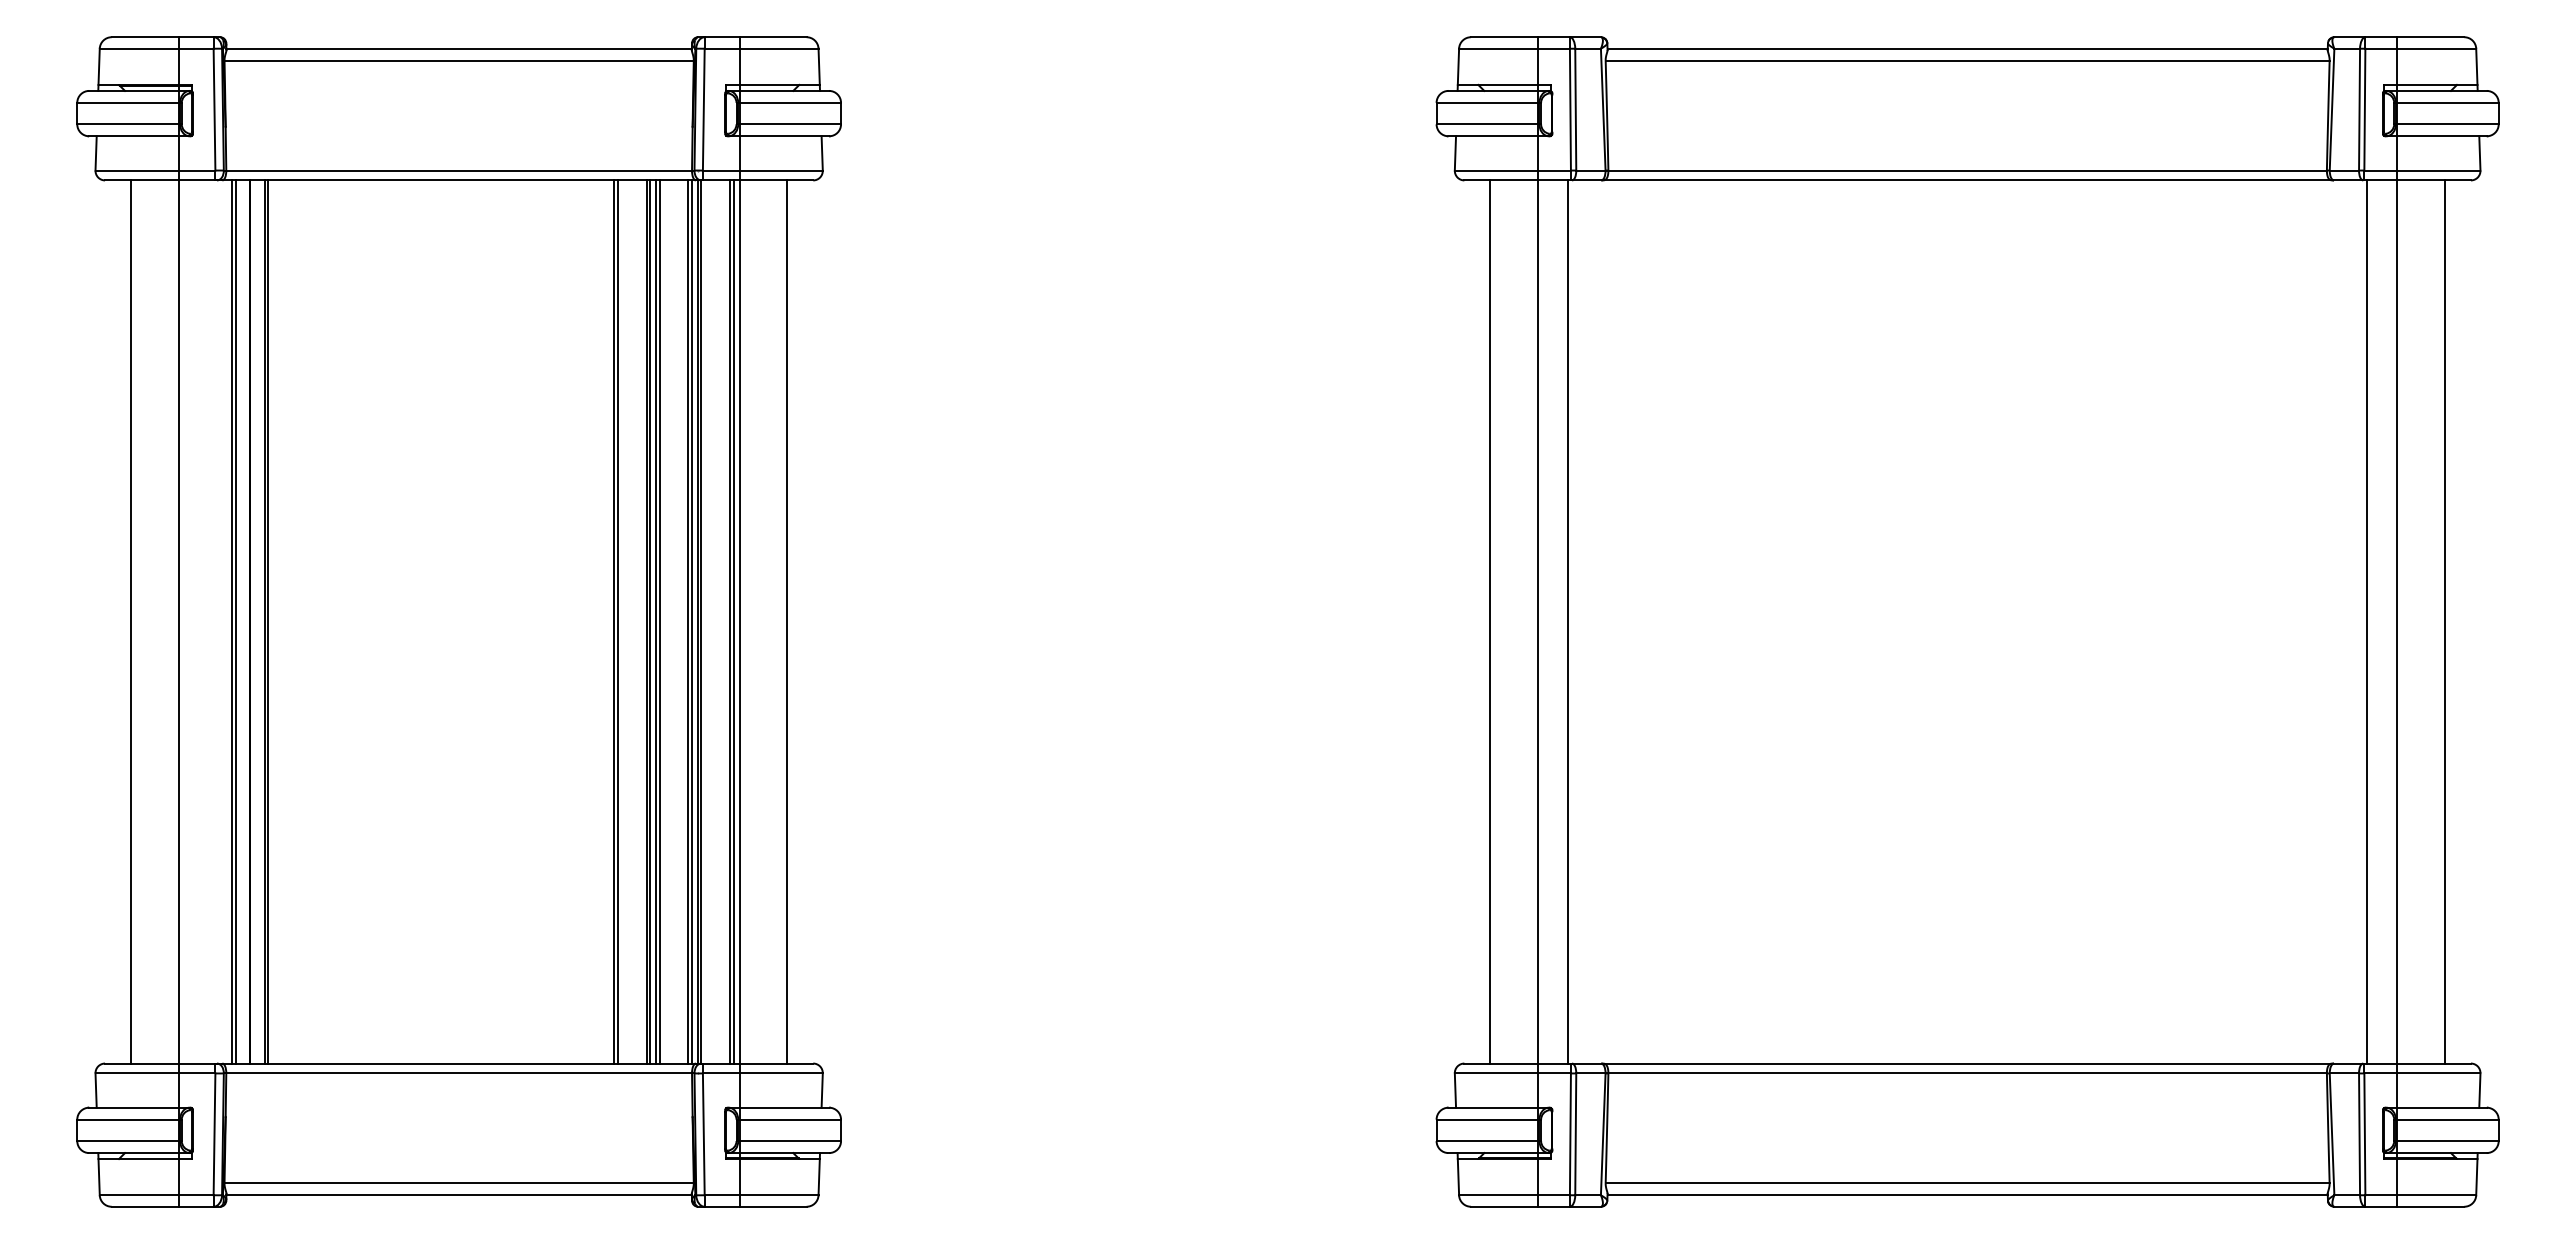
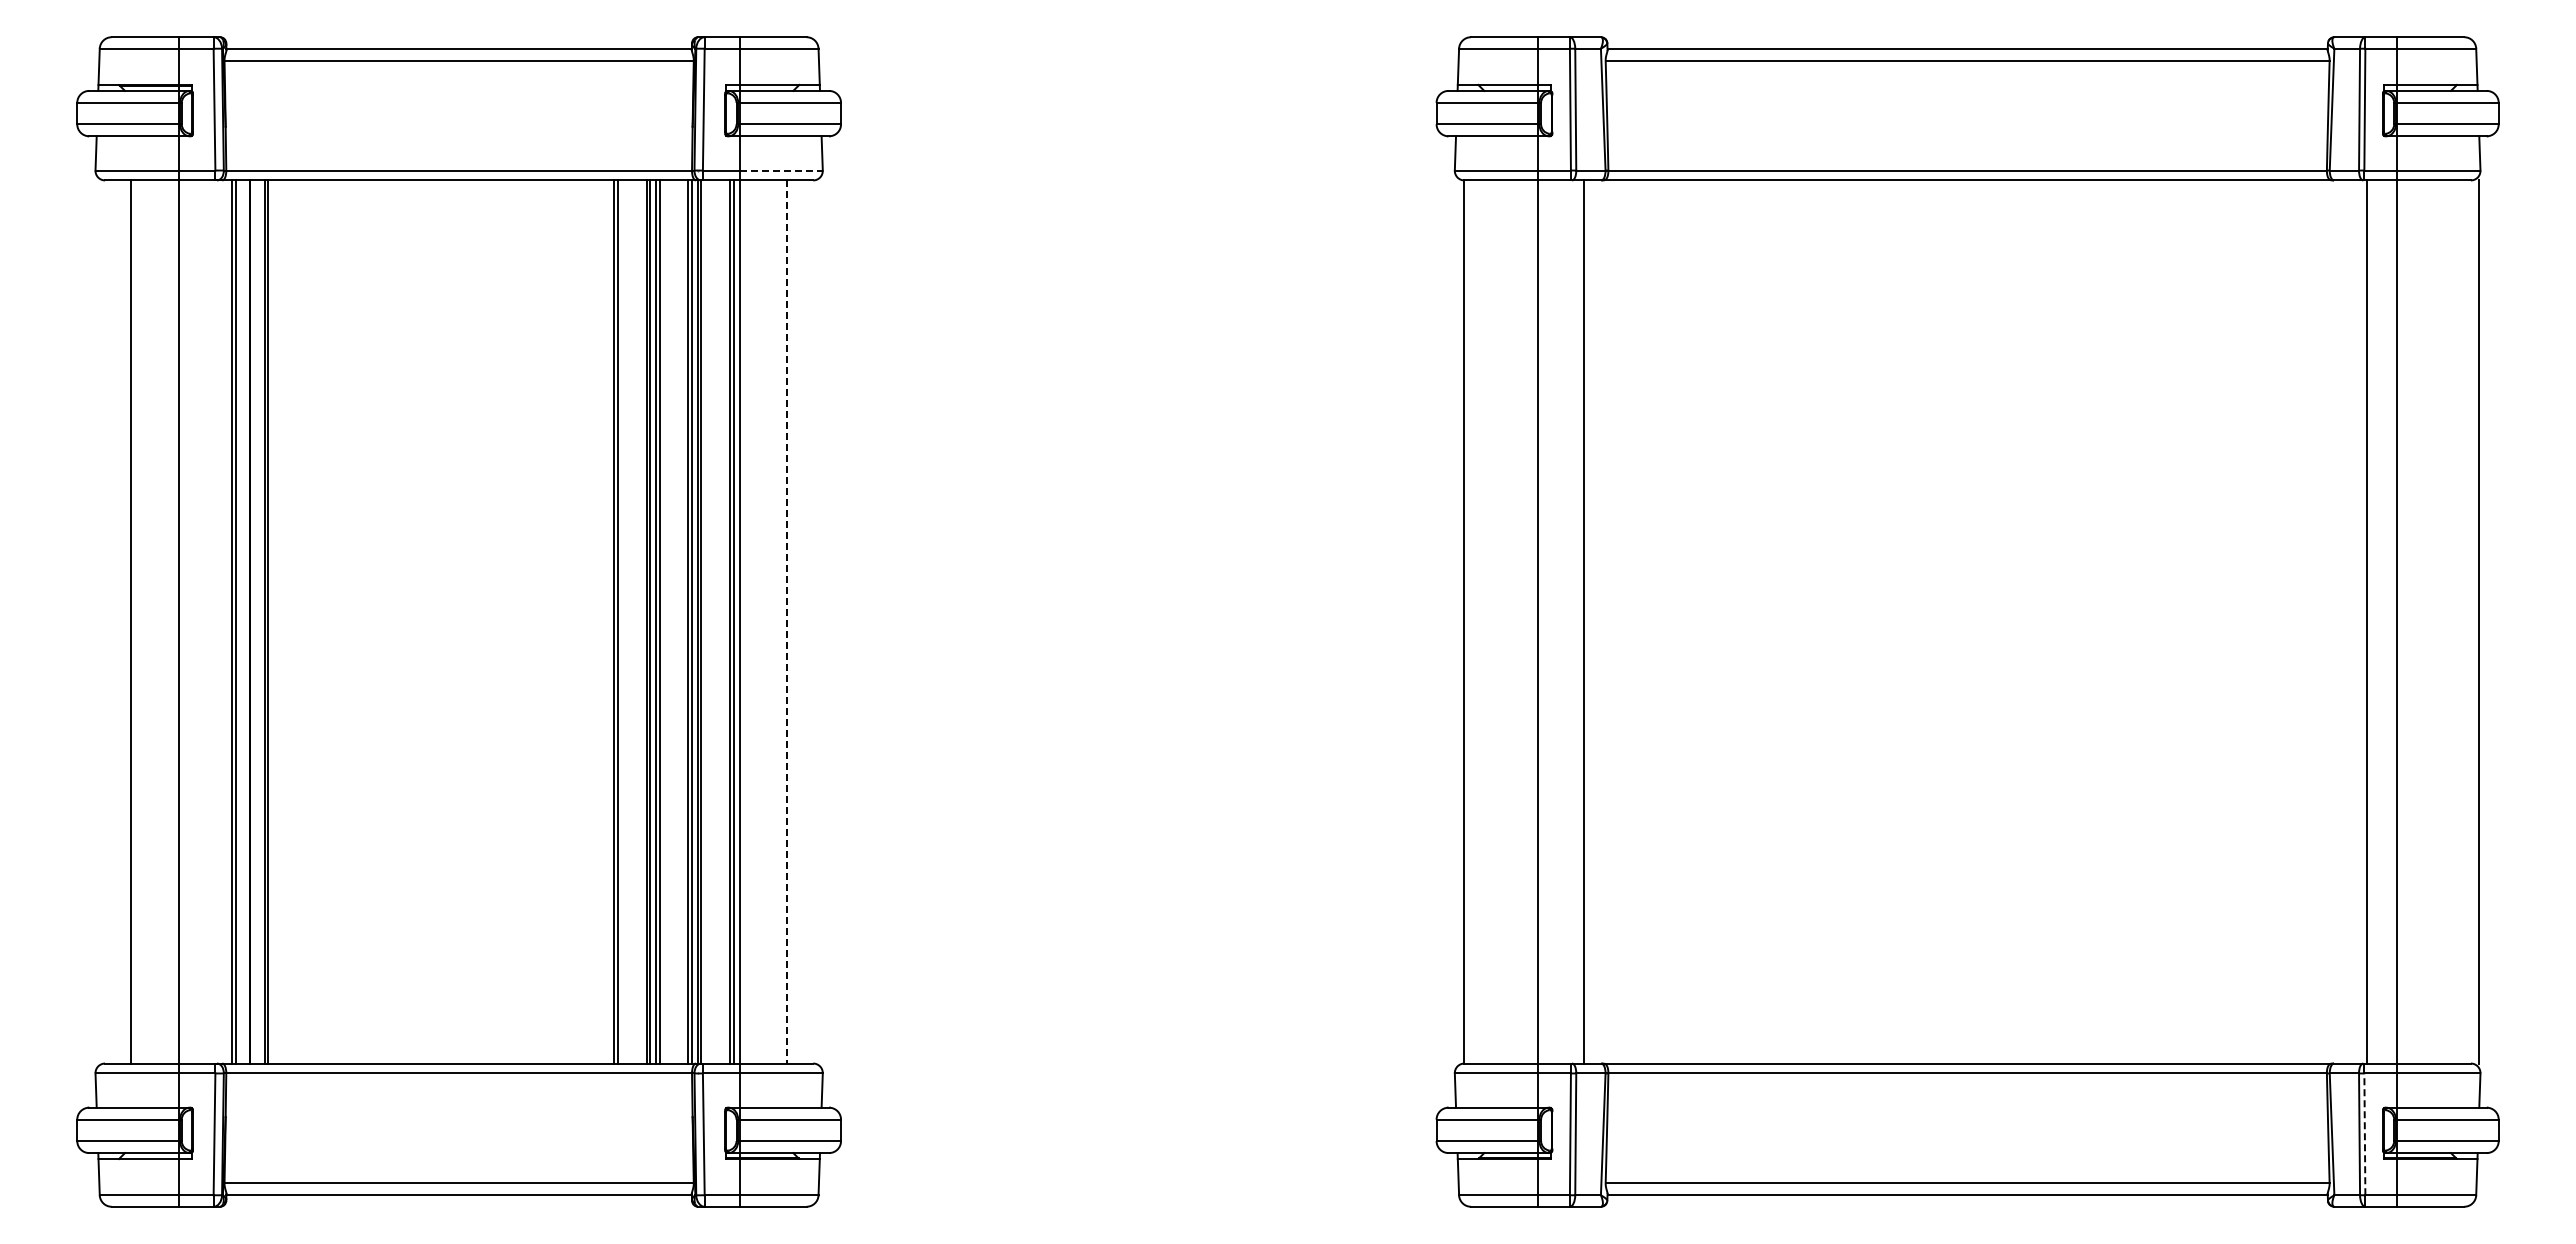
line at (781, 170): solid -> dashed
line at (1490, 621) position: (1490, 621) -> (1464, 621)
line at (1567, 621) position: (1567, 621) -> (1583, 621)
line at (2445, 621) position: (2445, 621) -> (2479, 621)
line at (787, 622): solid -> dashed
line at (2364, 1134): solid -> dashed
